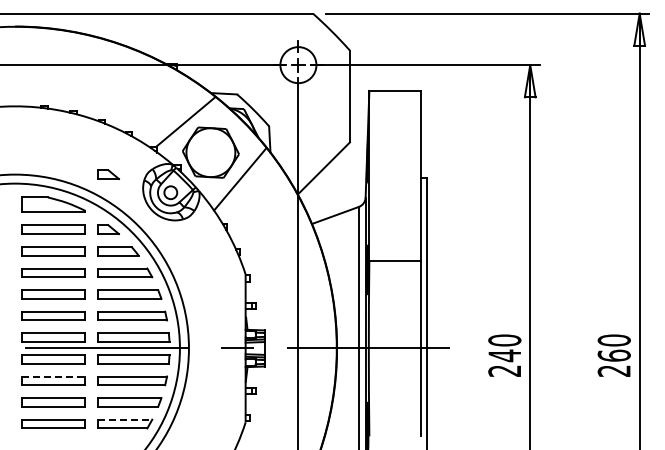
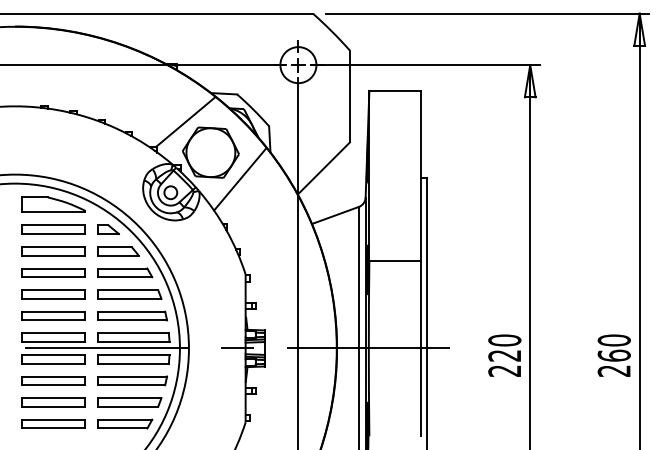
part at (108, 174): present -> none
text at (504, 355): 240 -> 220
line at (53, 376): dashed -> solid
line at (125, 419): dashed -> solid
